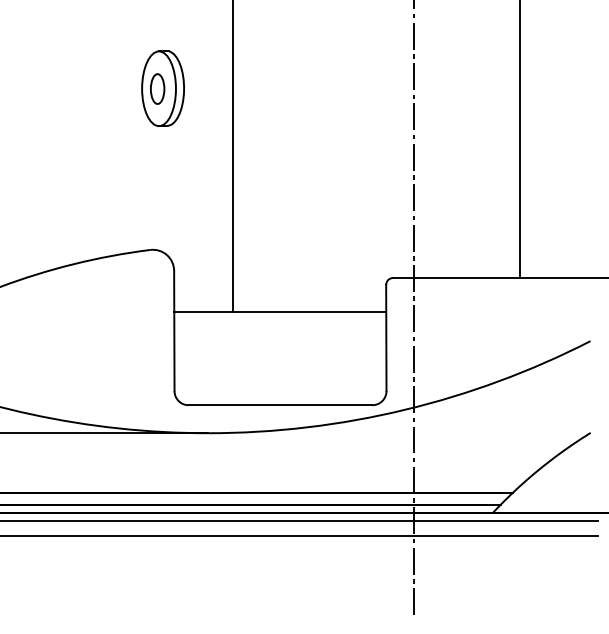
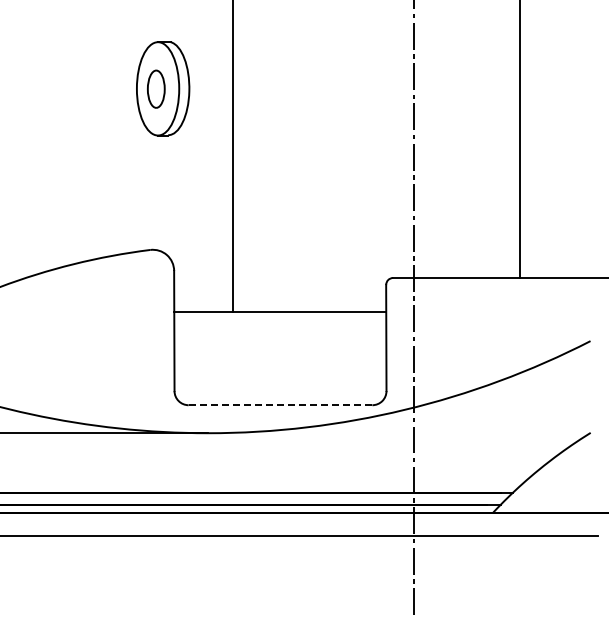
part at (162, 88) size: 44x77 px -> 55x96 px
line at (280, 405): solid -> dashed
line at (299, 520): present -> none
